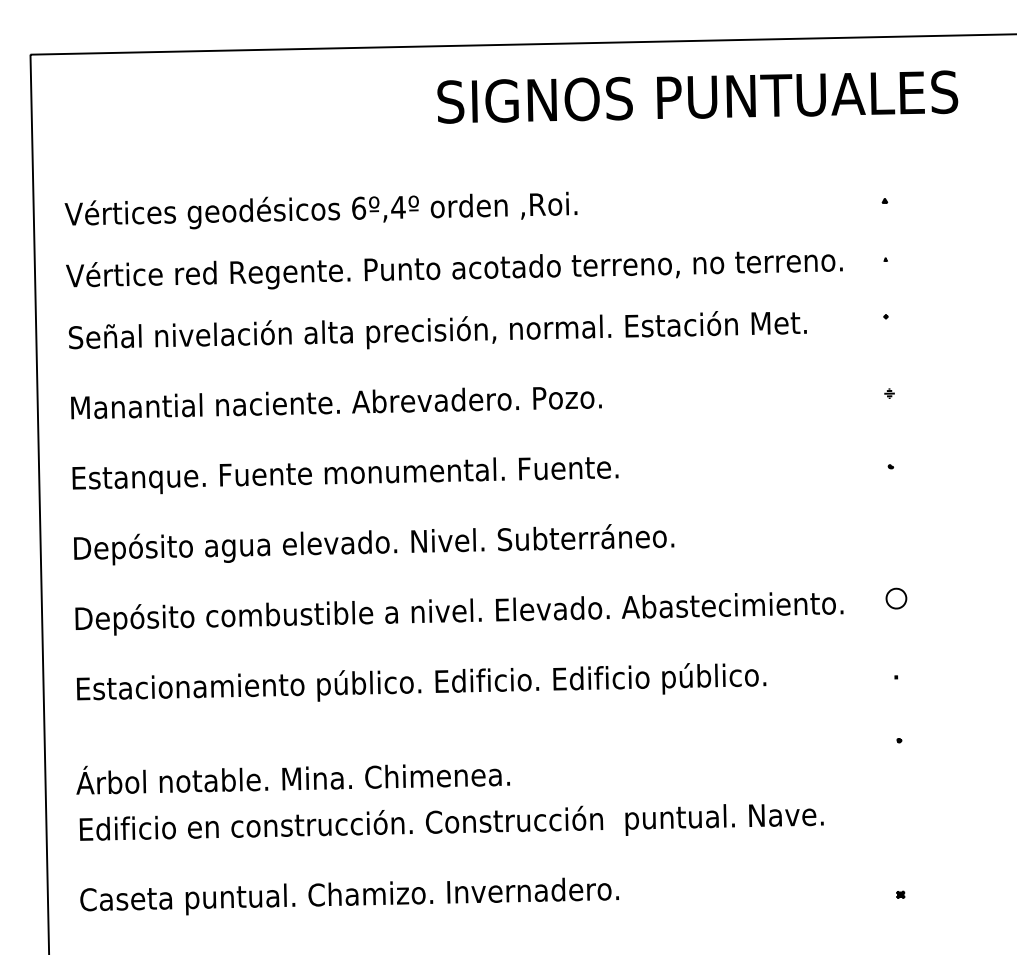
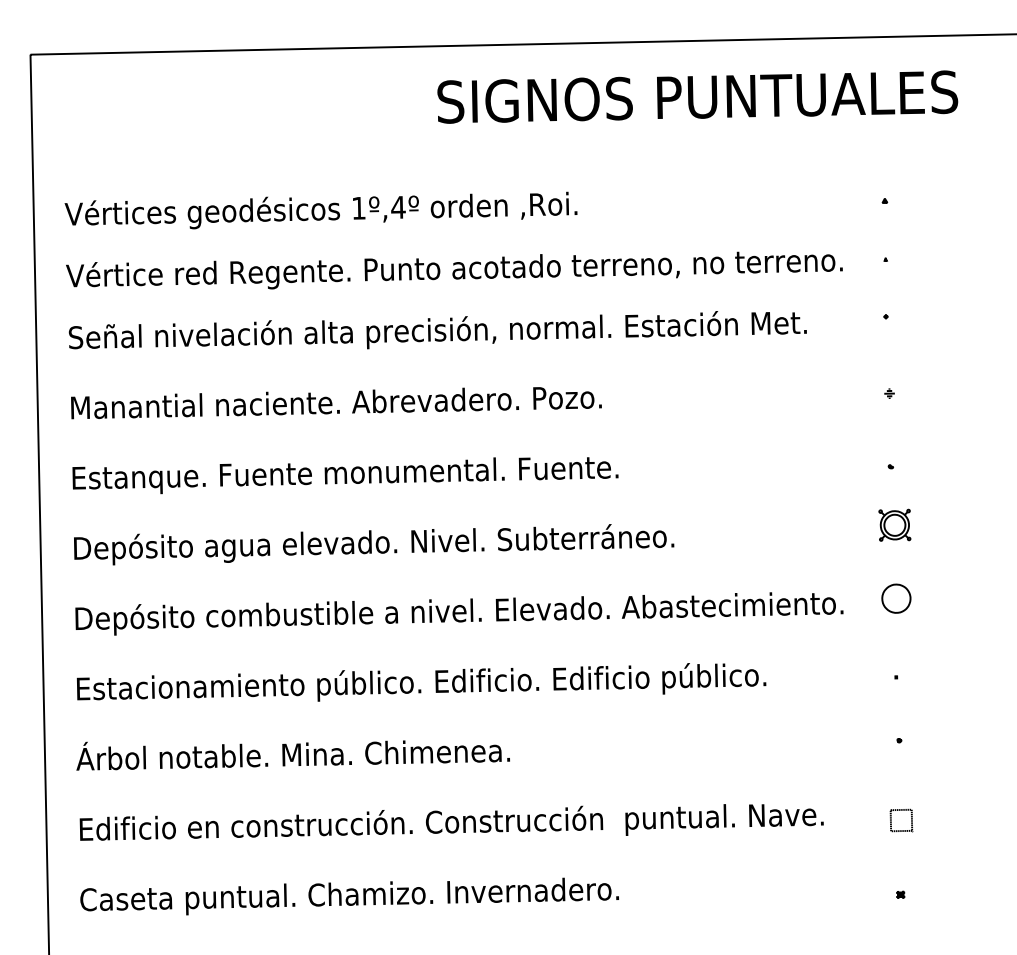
text at (359, 207): 6º,4º -> 1º,4º
part at (894, 524): none -> present
part at (896, 598) size: 23x23 px -> 31x31 px
text at (292, 779) position: (292, 779) -> (292, 755)
part at (901, 820): none -> present
